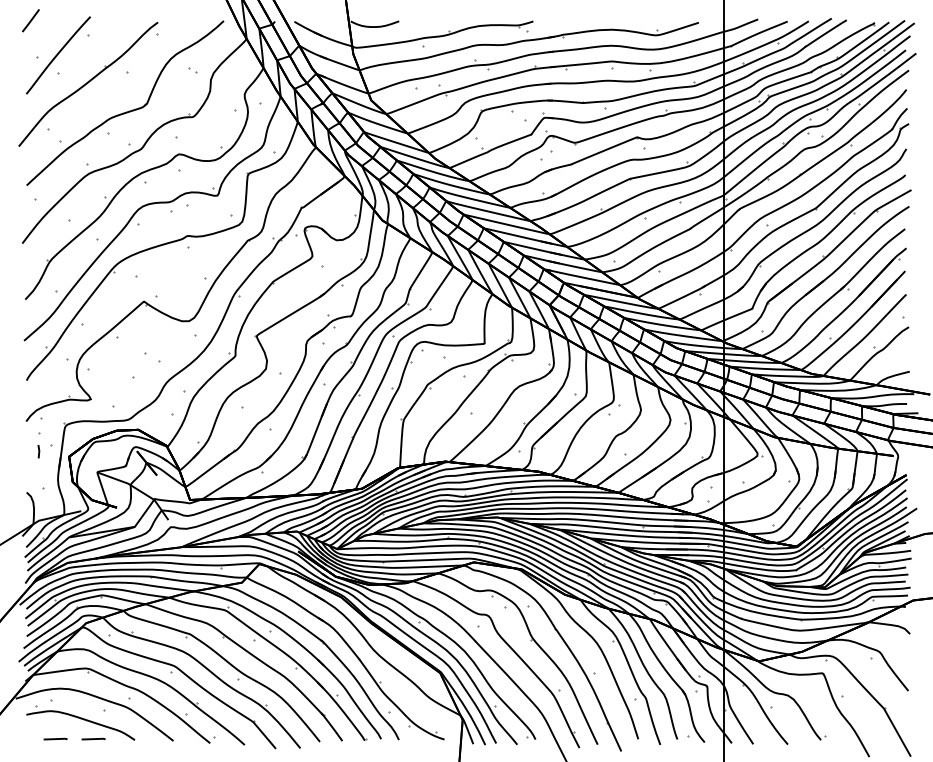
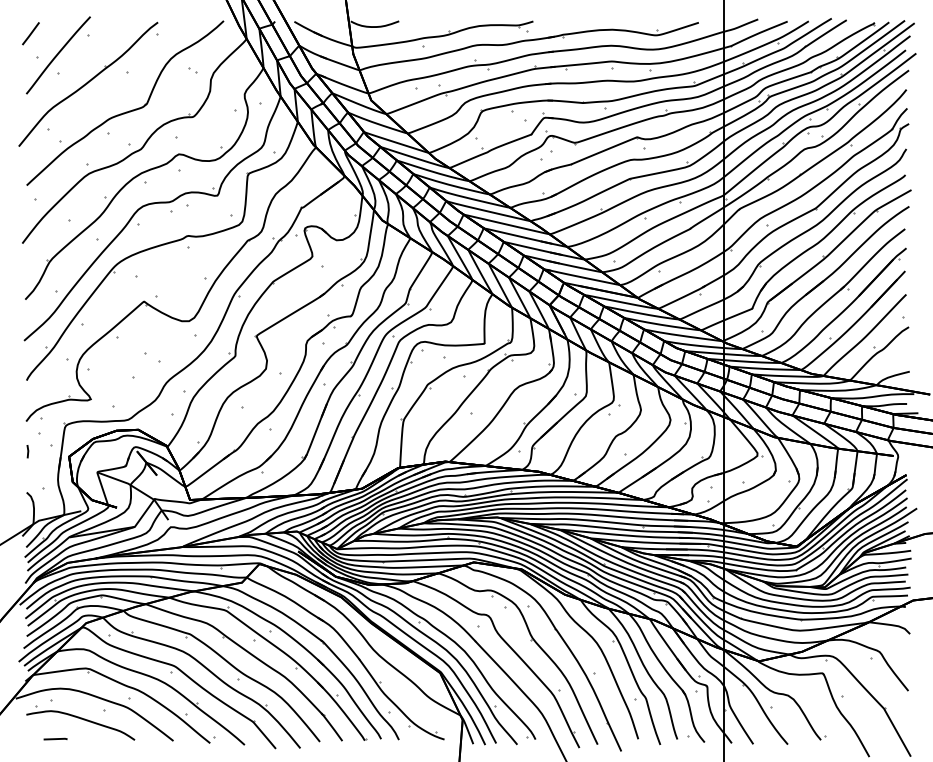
line at (30, 20) position: (30, 20) -> (30, 33)
line at (38, 451) position: (38, 451) -> (27, 451)
line at (93, 738): present -> none
